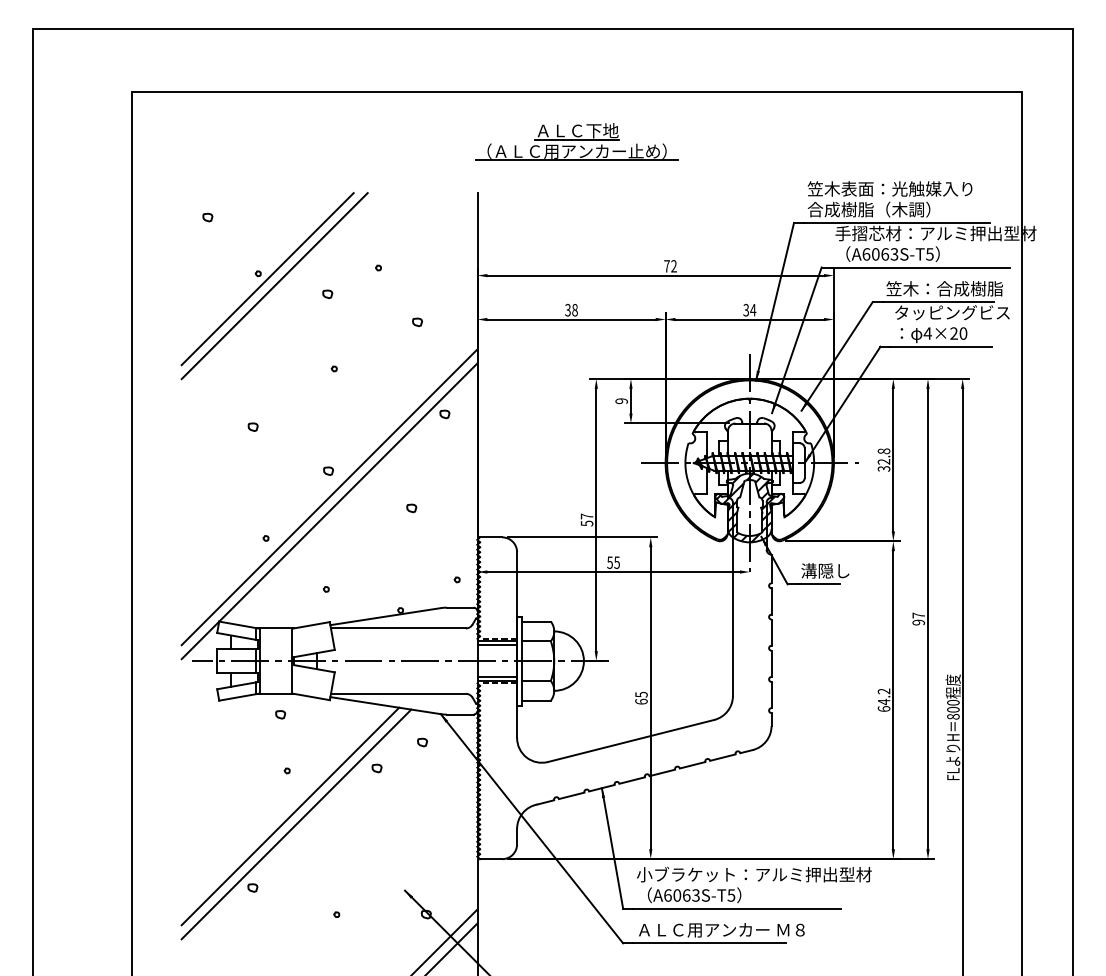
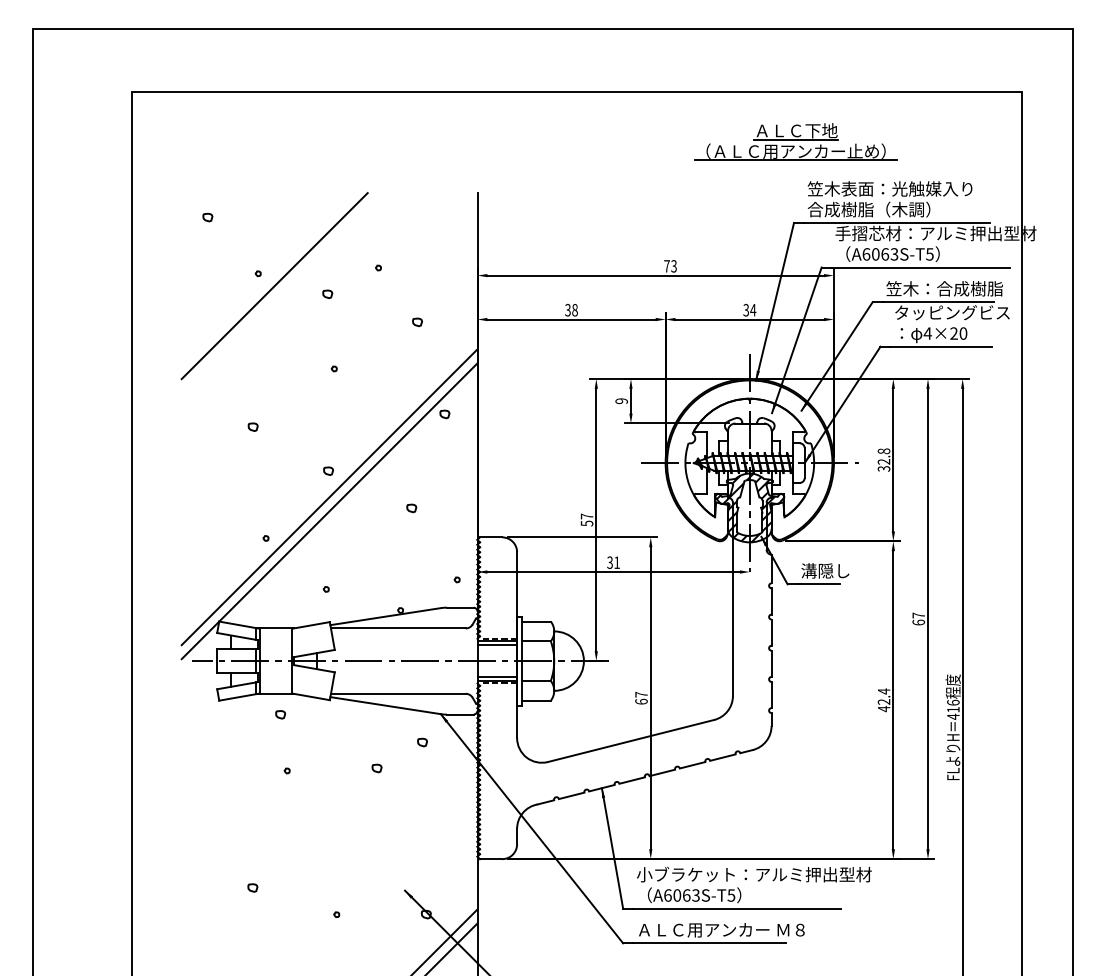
part at (576, 141) position: (576, 141) -> (795, 141)
text at (673, 266): 72 -> 73
line at (267, 279): present -> none
text at (613, 562): 55 -> 31
text at (918, 622): 97 -> 67
text at (641, 694): 65 -> 67
text at (883, 700): 64.2 -> 42.4
text at (953, 709): 800 -> 416
line at (290, 816): present -> none
line at (296, 824): present -> none
